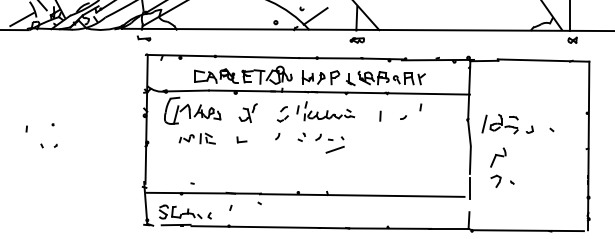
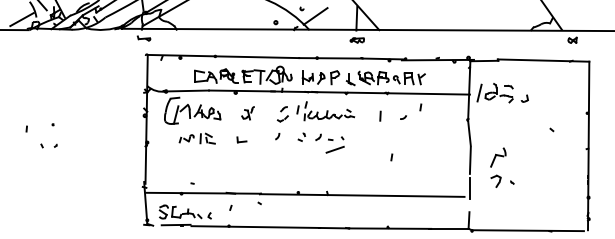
line at (569, 16): present -> none
part at (247, 113) size: 20x21 px -> 14x15 px
part at (507, 124) position: (507, 124) -> (502, 93)
line at (391, 157): none -> present
